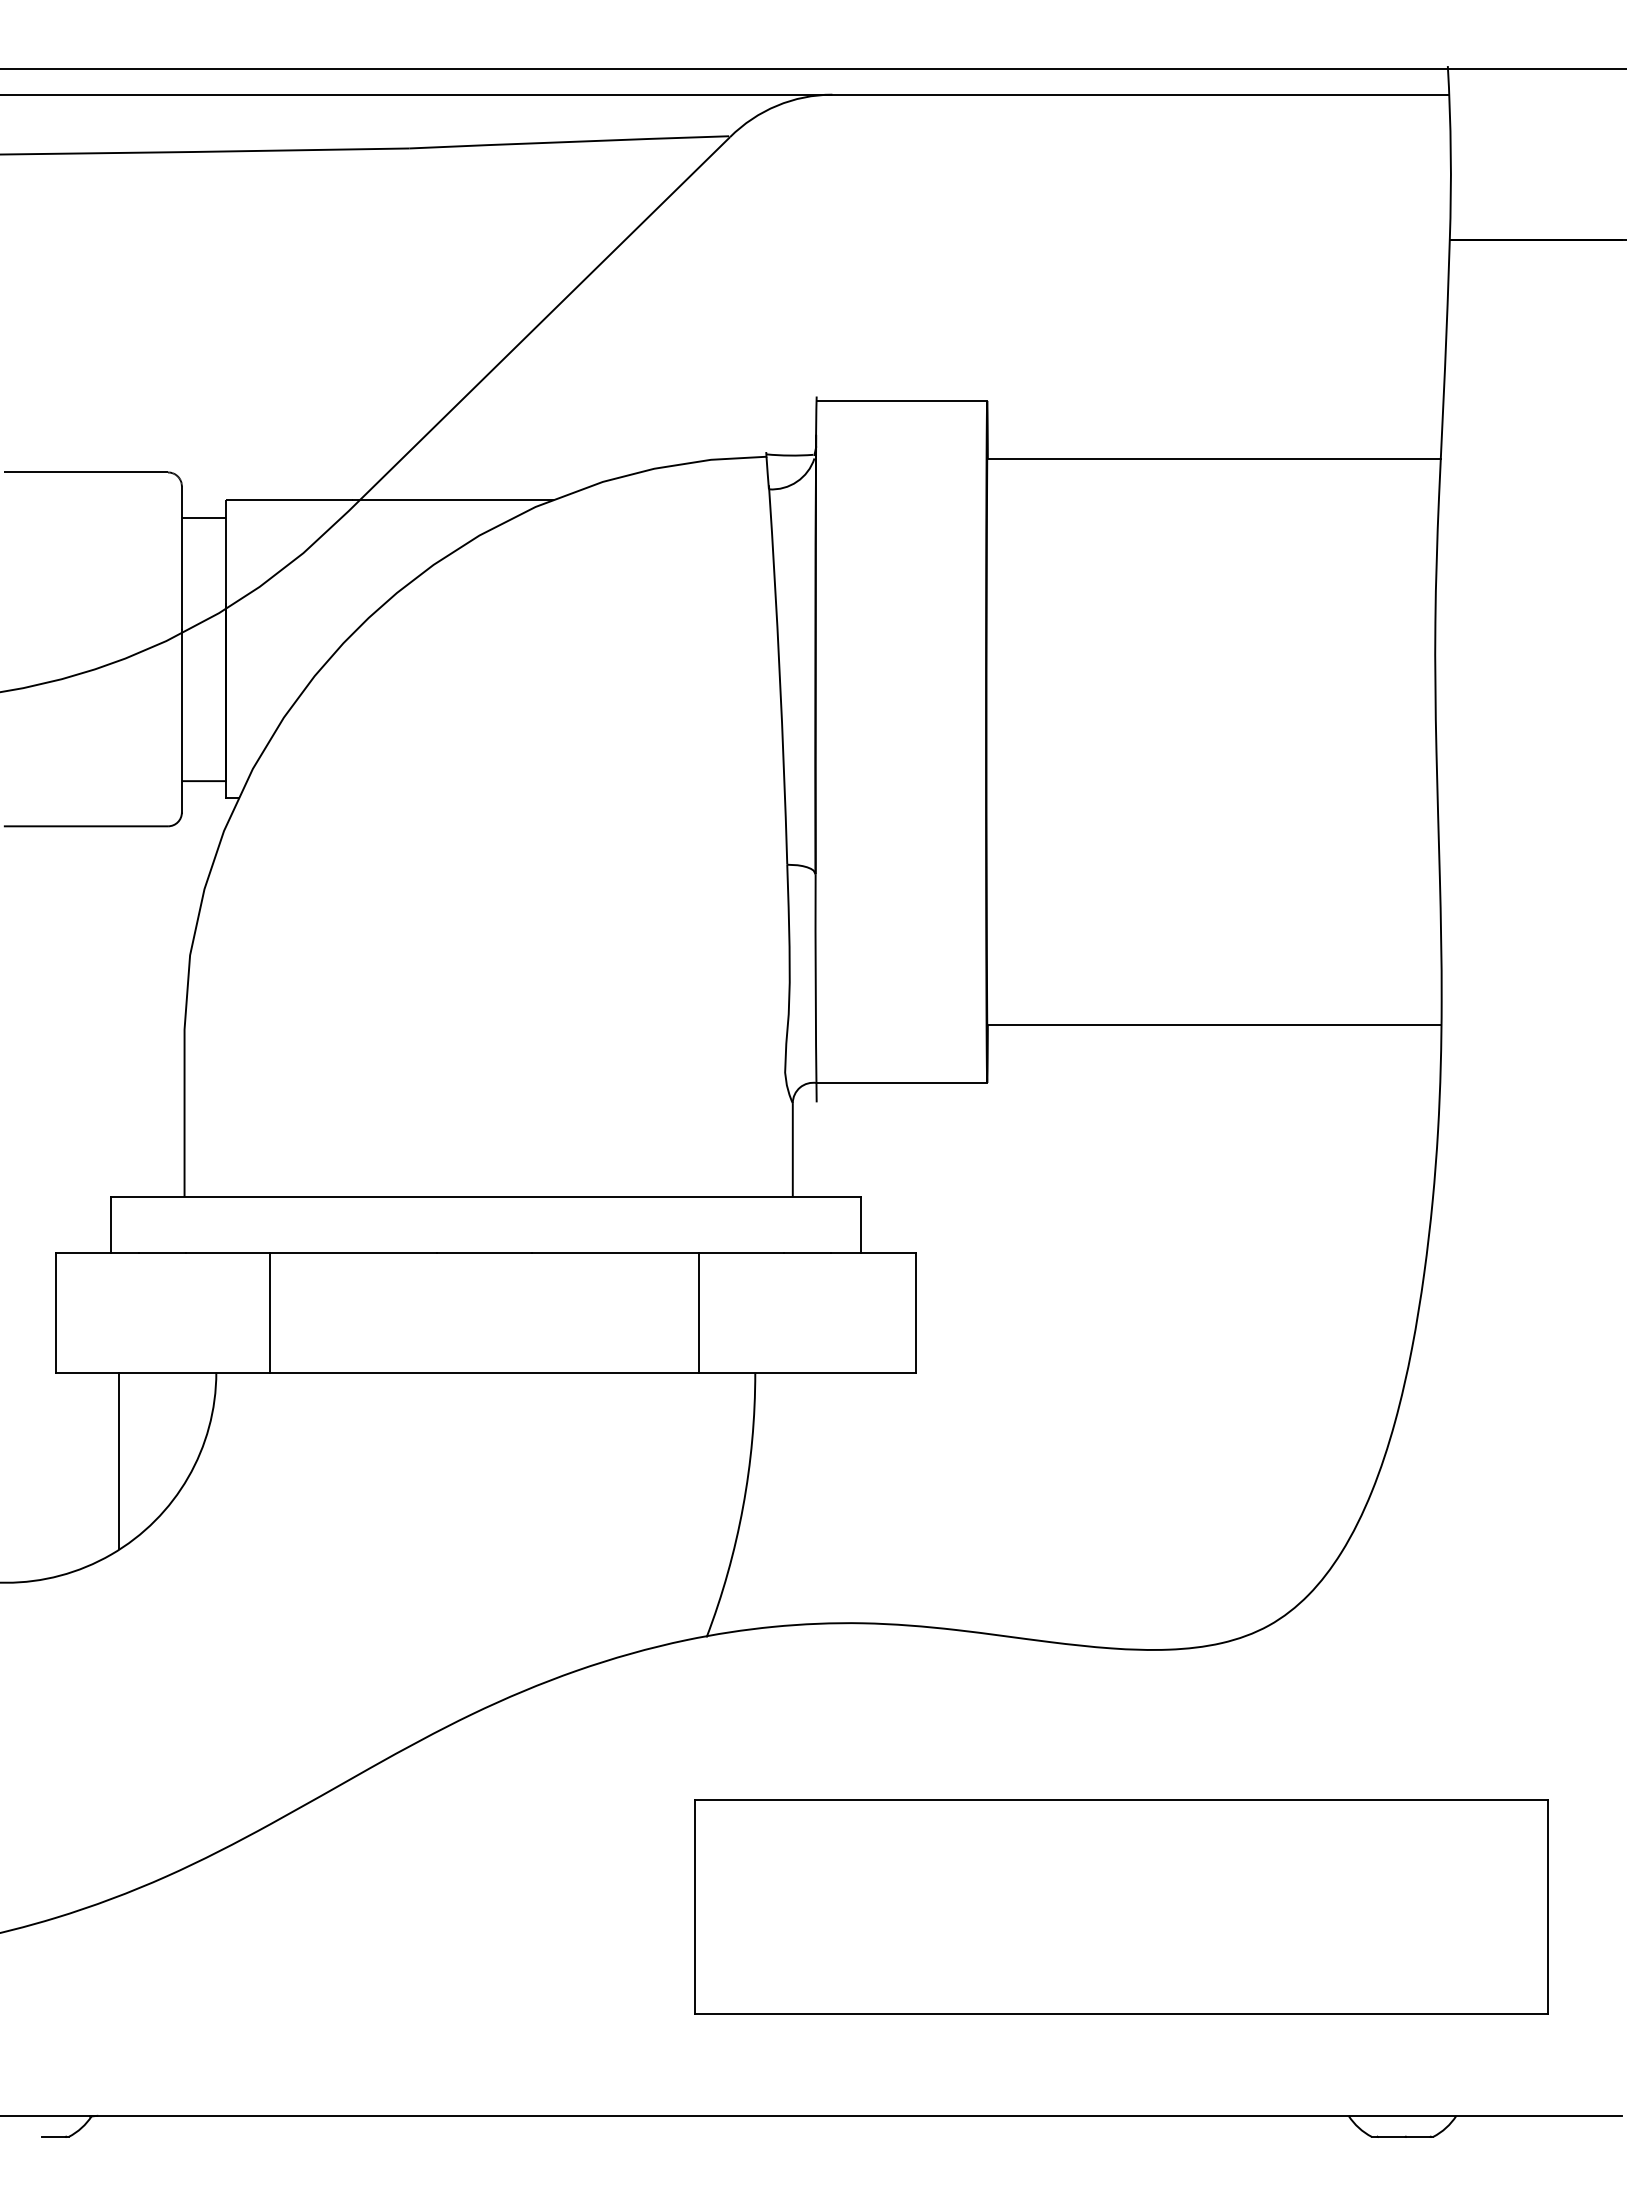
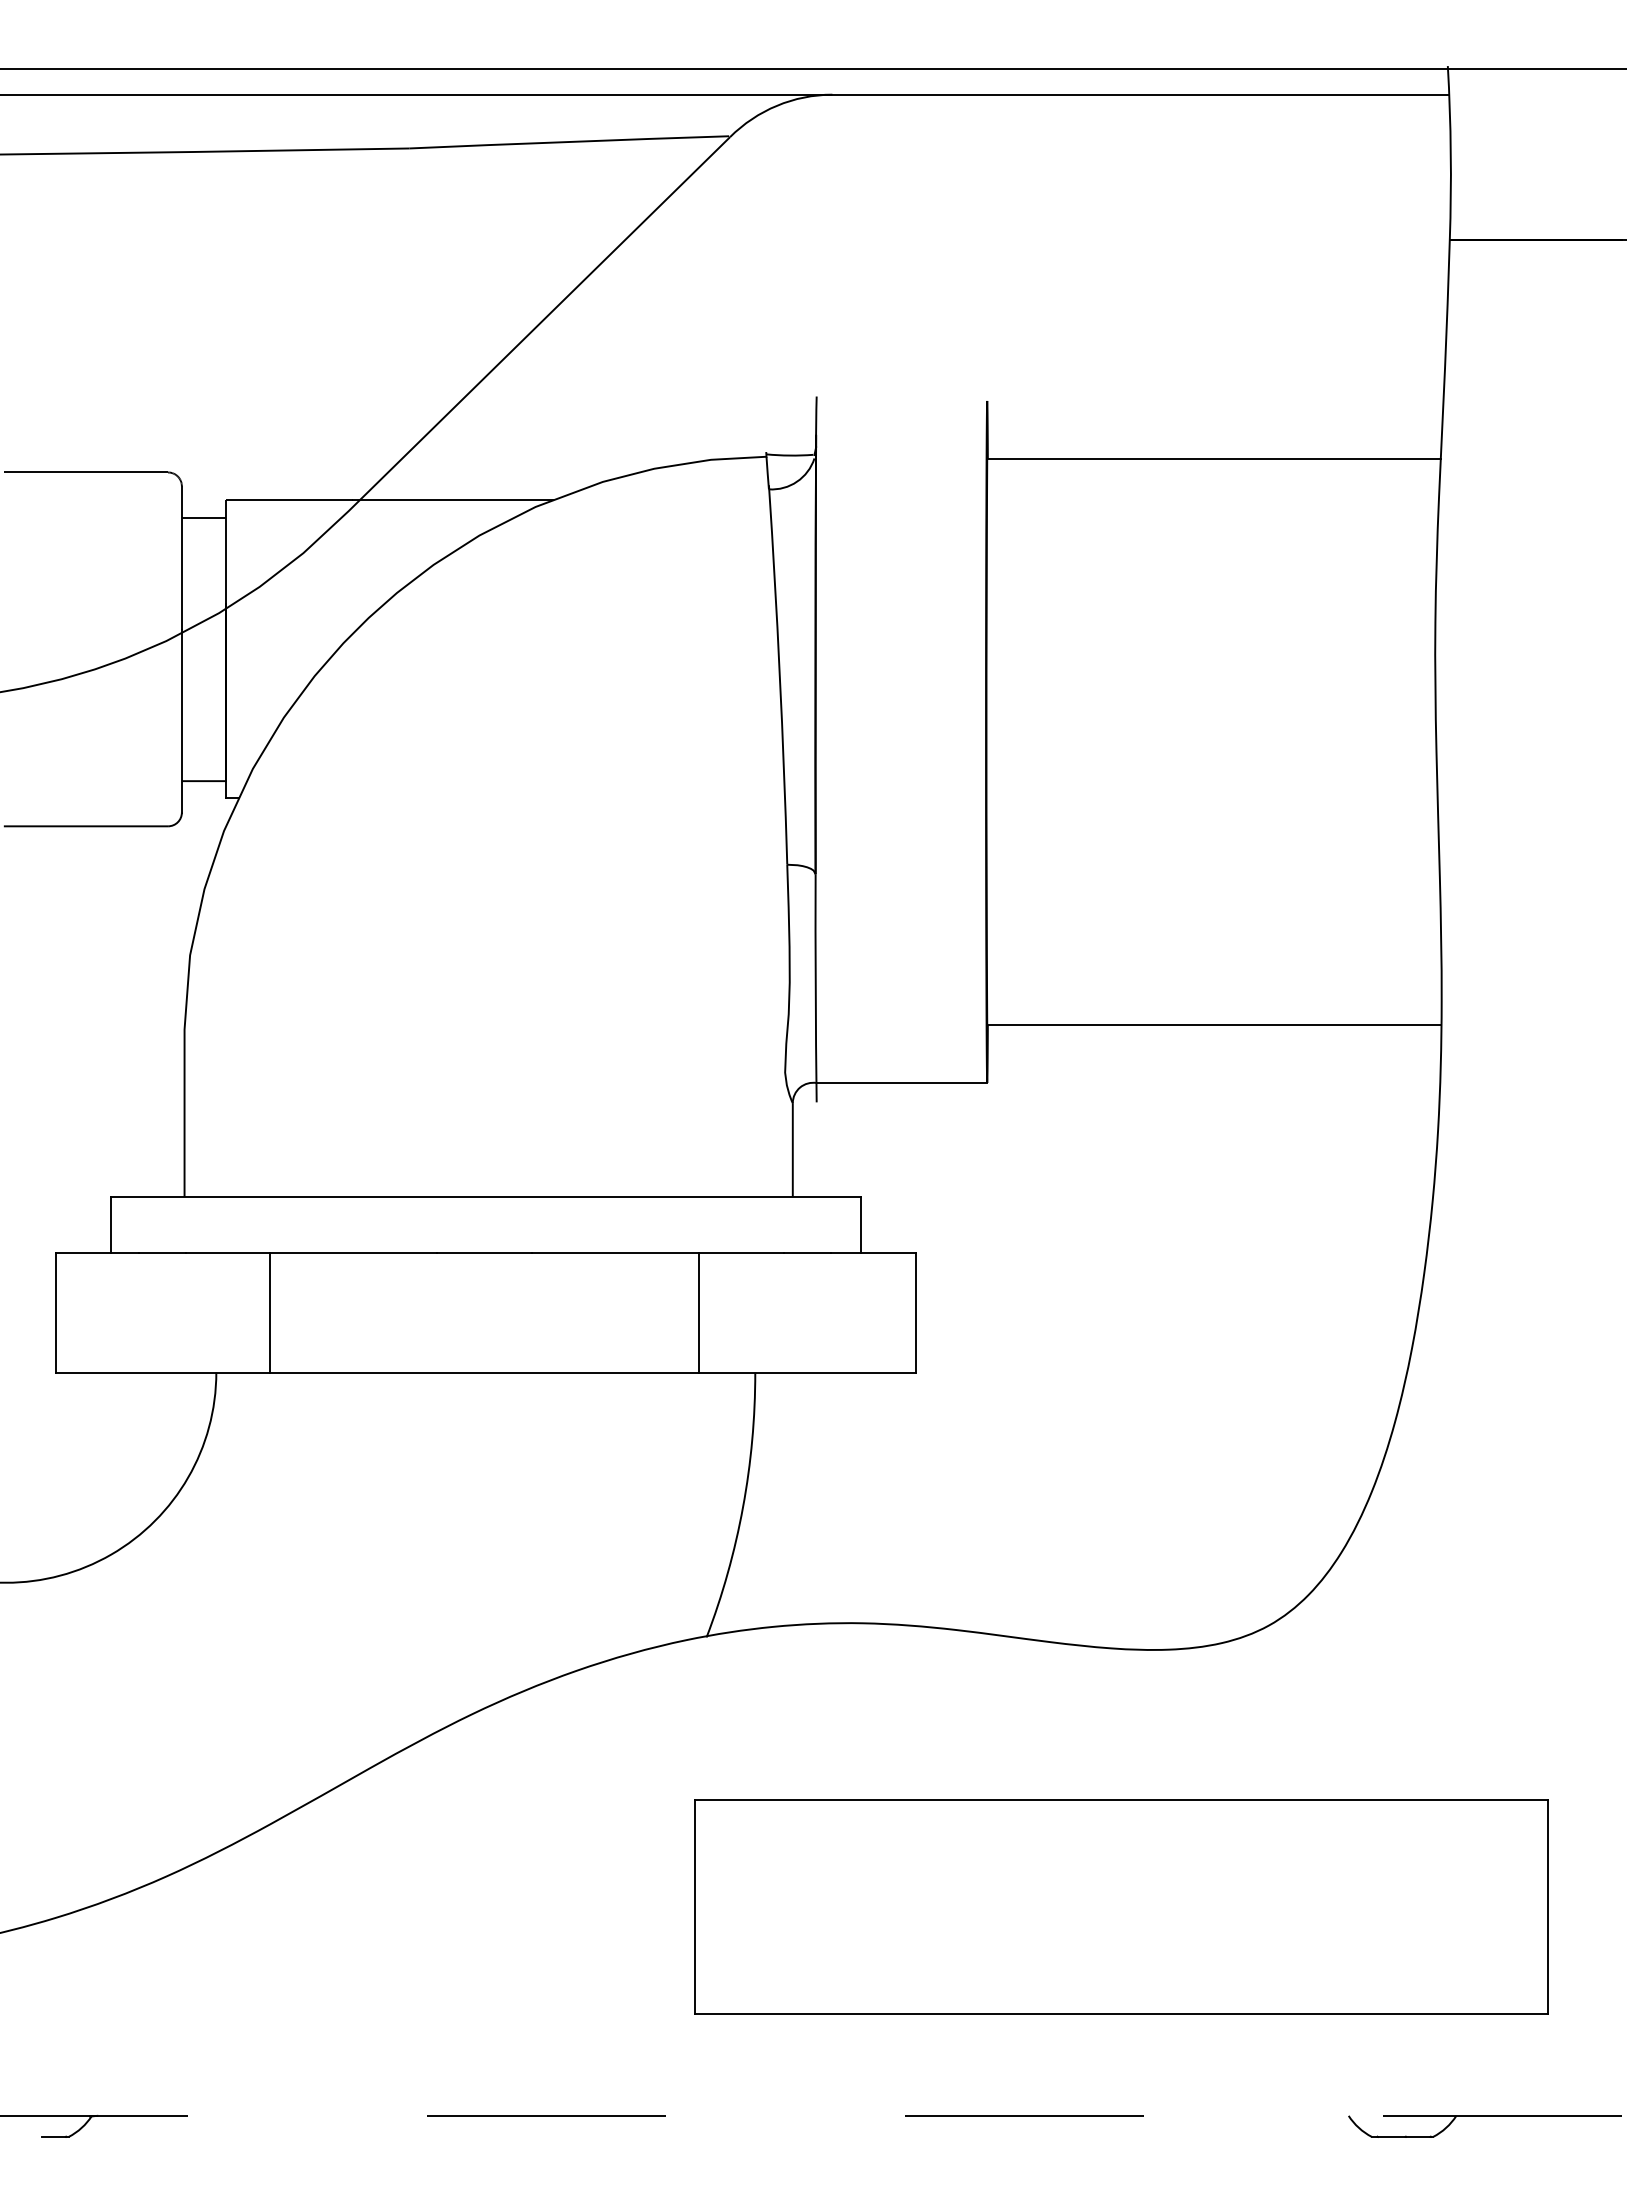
line at (901, 400): present -> none
line at (119, 1460): present -> none
line at (811, 2115): solid -> dashed
